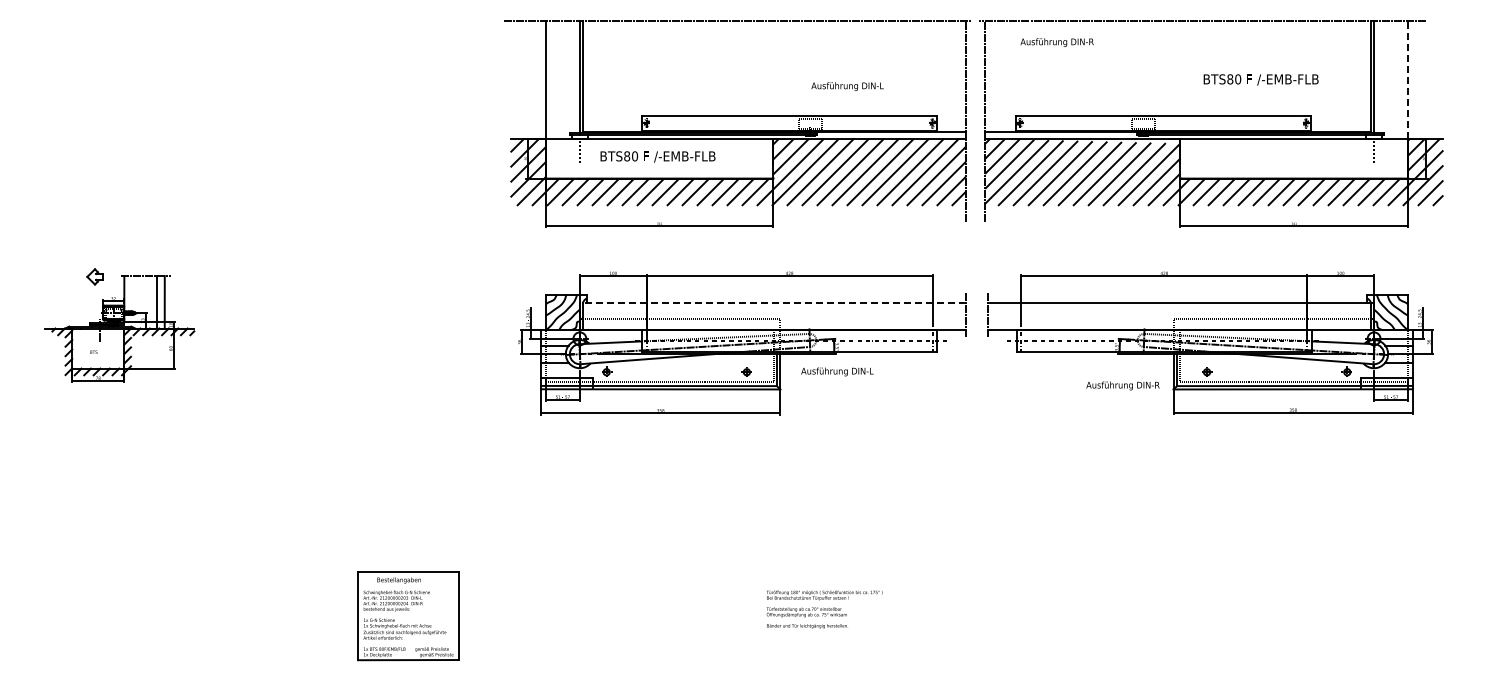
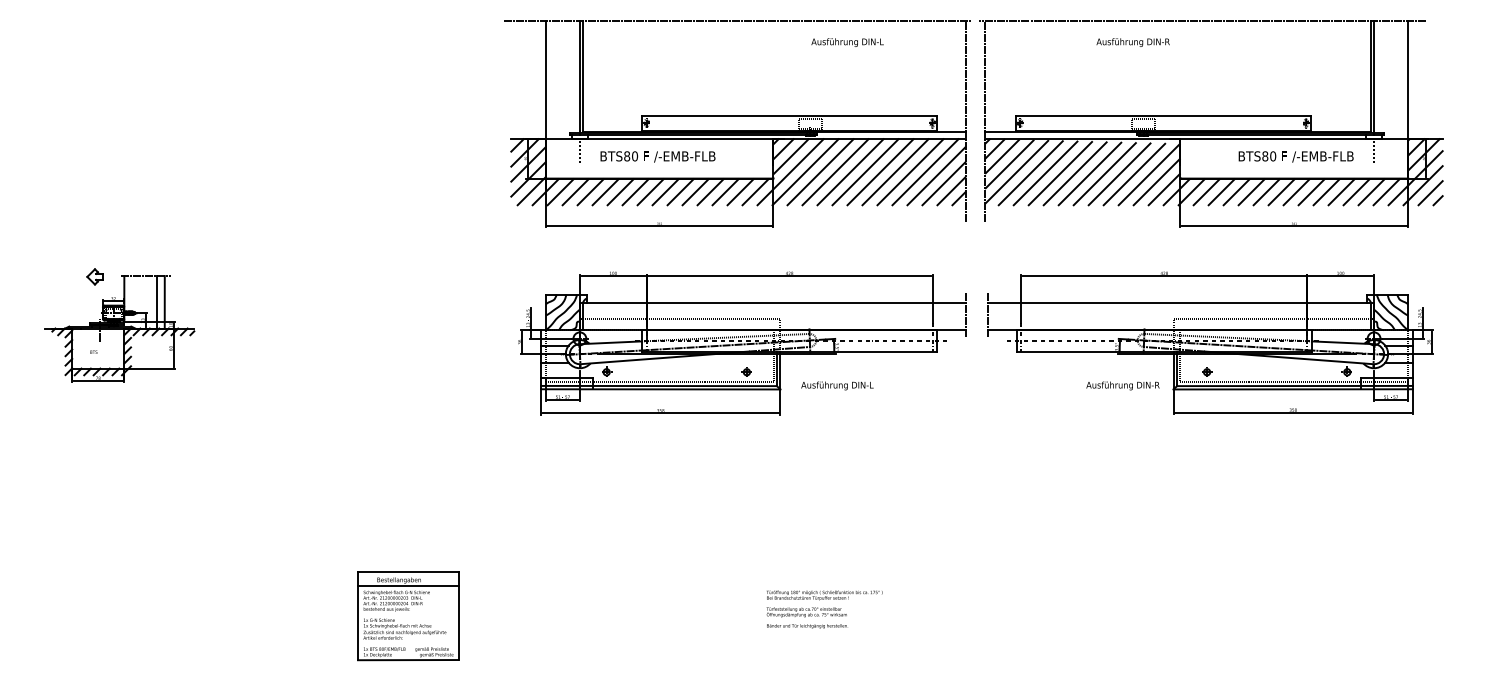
text at (1056, 42) position: (1056, 42) -> (1132, 42)
text at (1260, 79) position: (1260, 79) -> (1295, 156)
line at (1408, 79): dashed -> solid
text at (847, 86) position: (847, 86) -> (847, 42)
line at (772, 303): dashed -> solid
text at (837, 371) position: (837, 371) -> (837, 385)
line at (408, 586): none -> present
